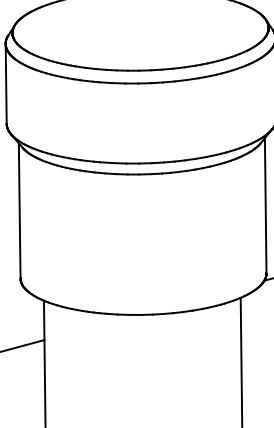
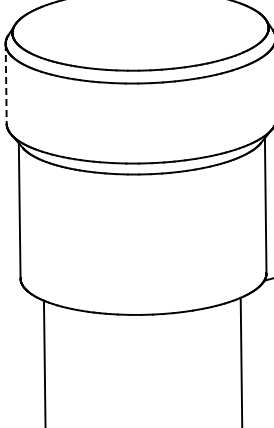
line at (6, 83): solid -> dashed
line at (23, 345): present -> none
